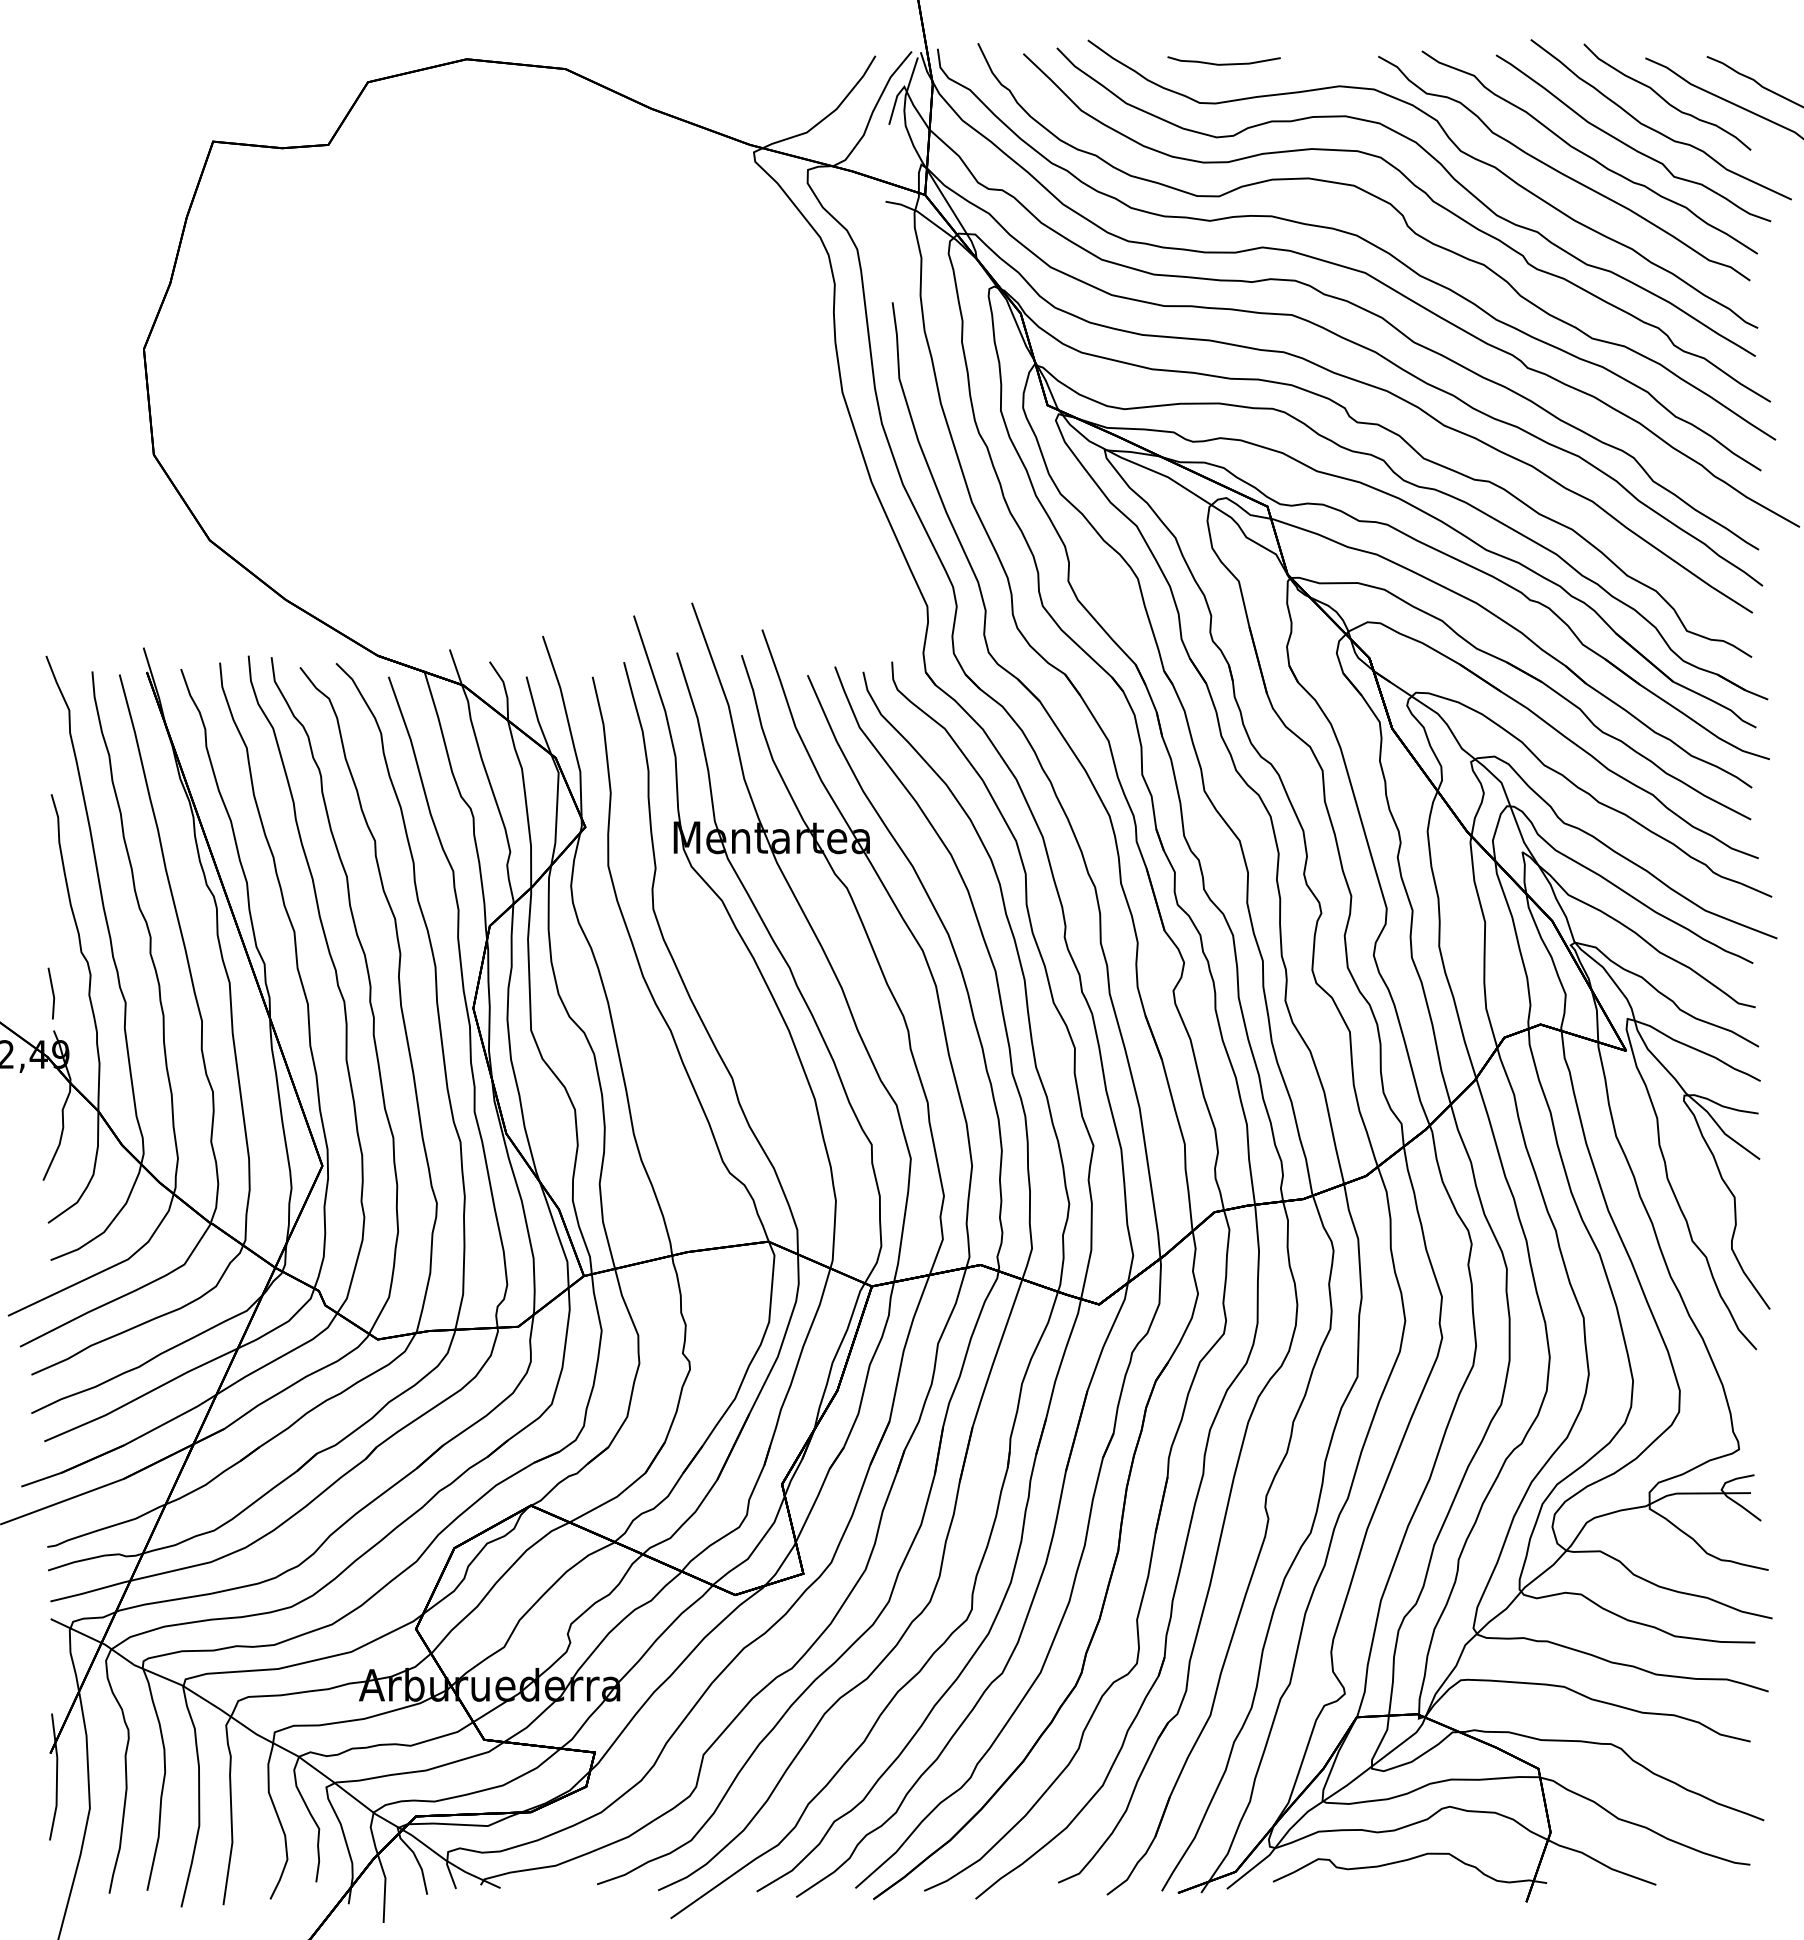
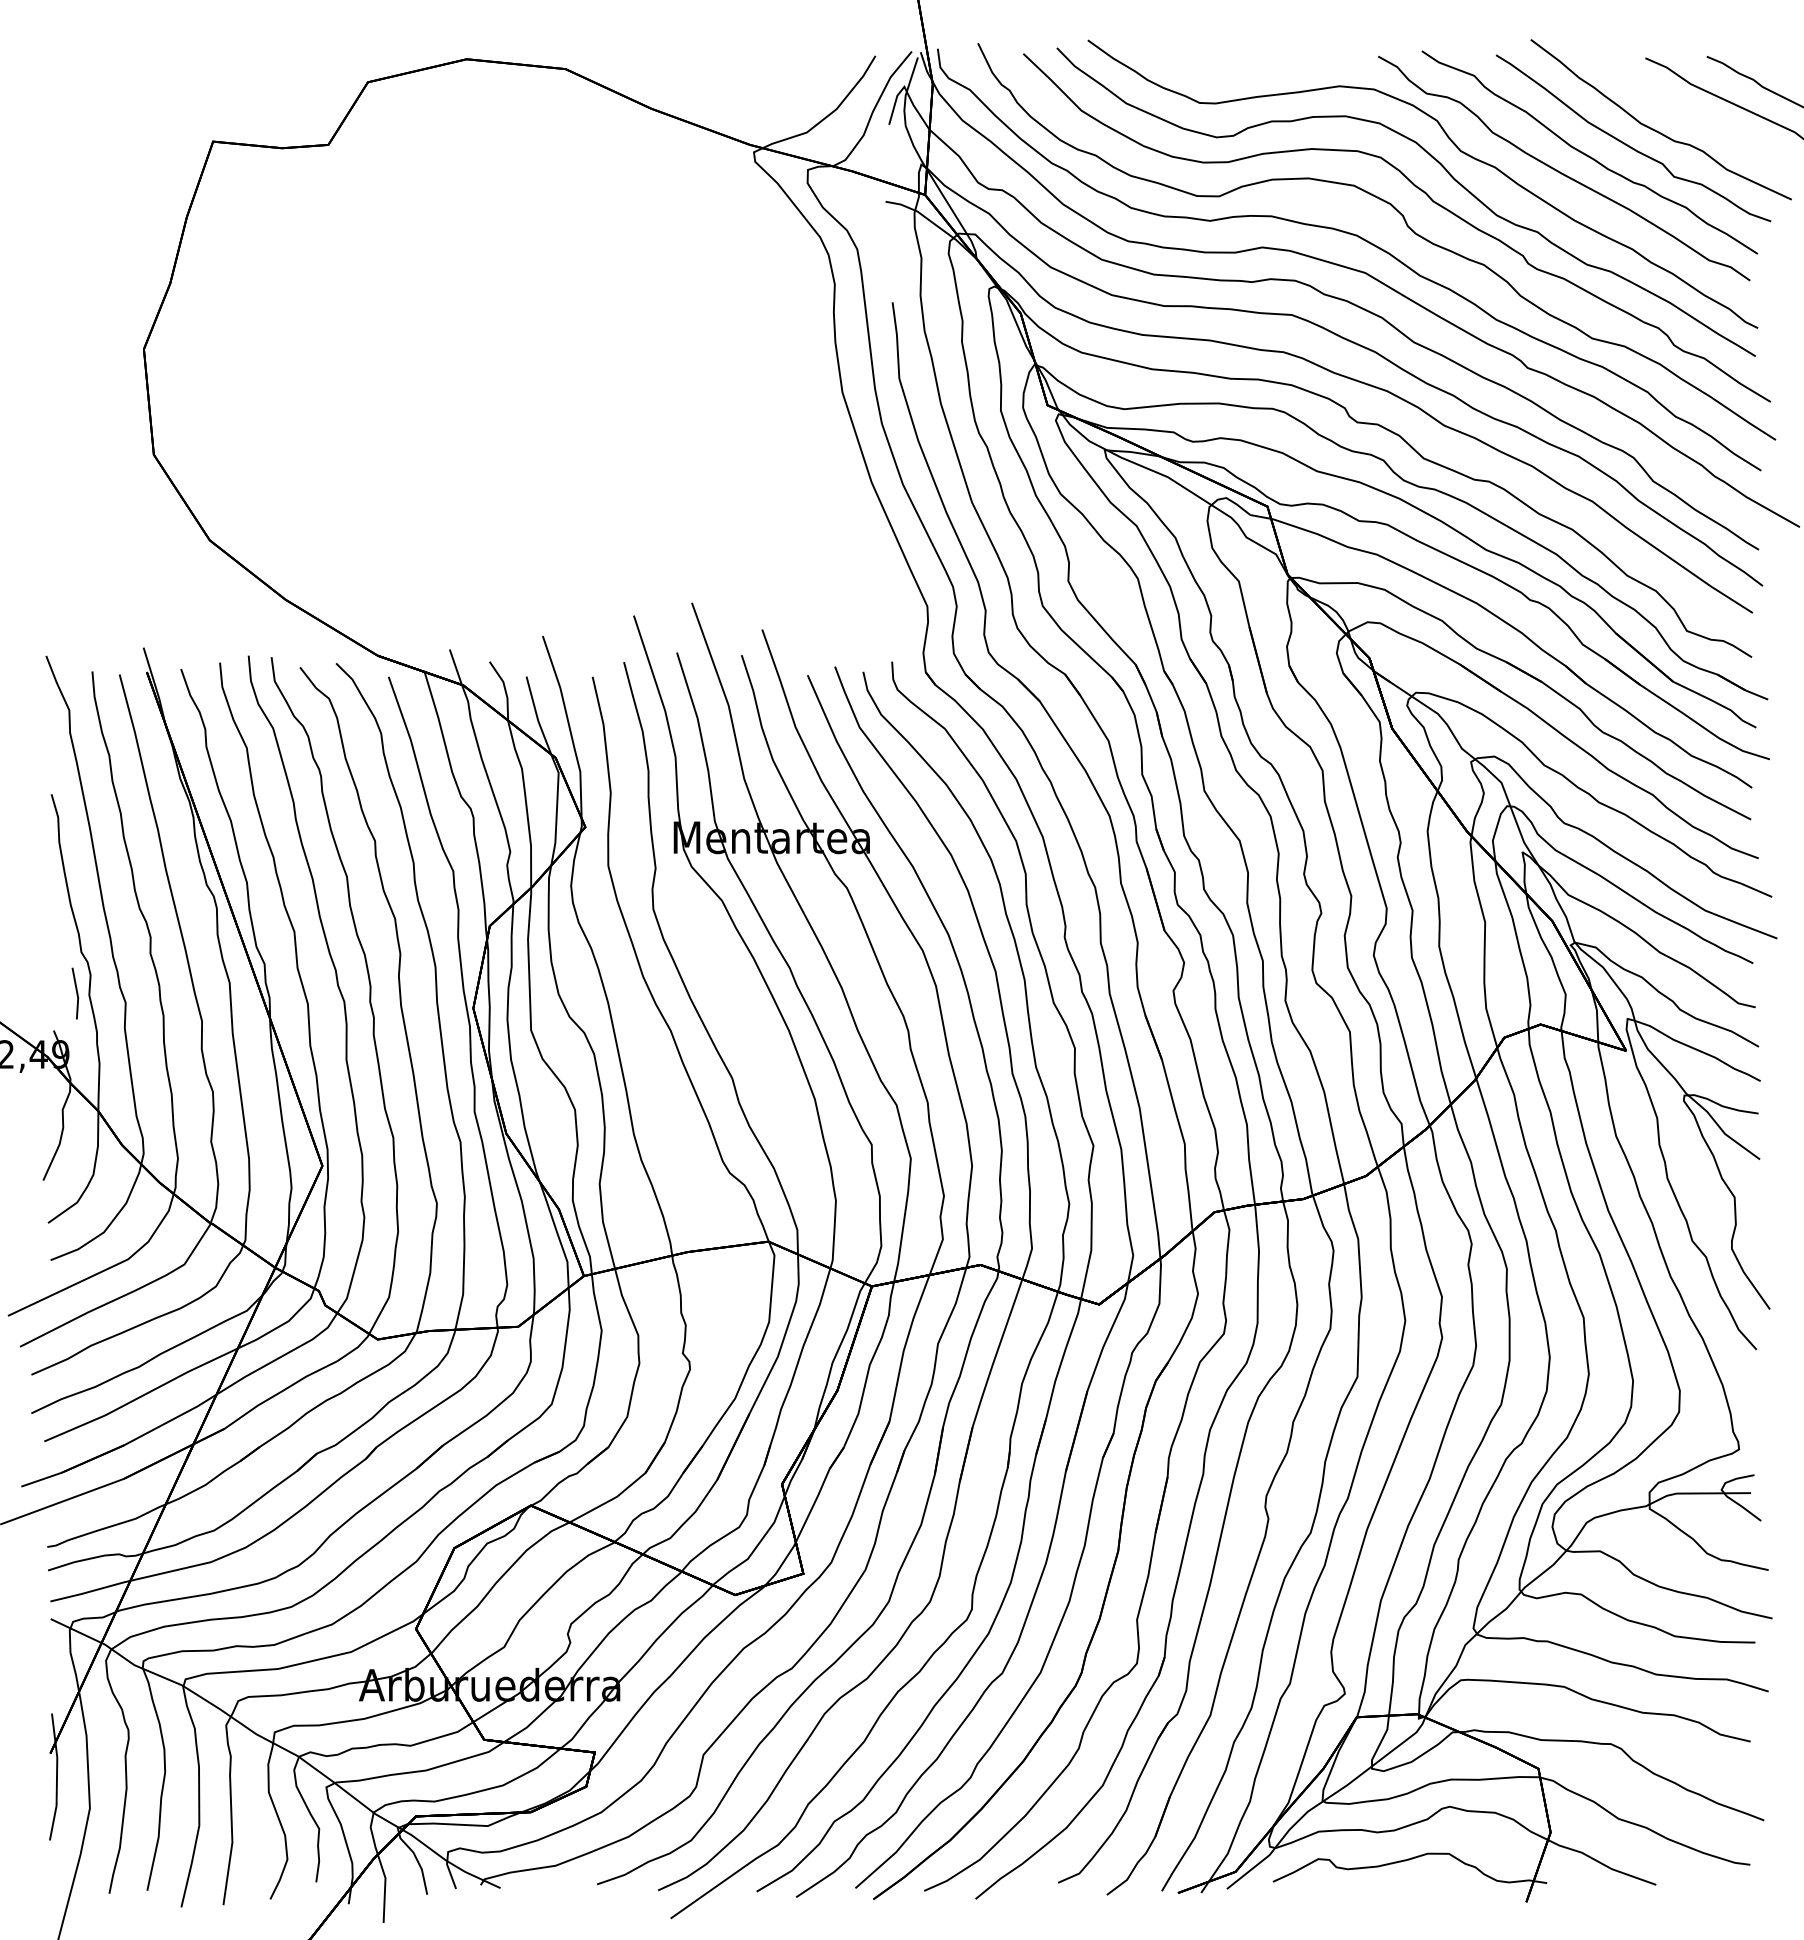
curve at (1223, 63): present -> none
curve at (1664, 98): present -> none
line at (52, 993) position: (52, 993) -> (76, 993)
